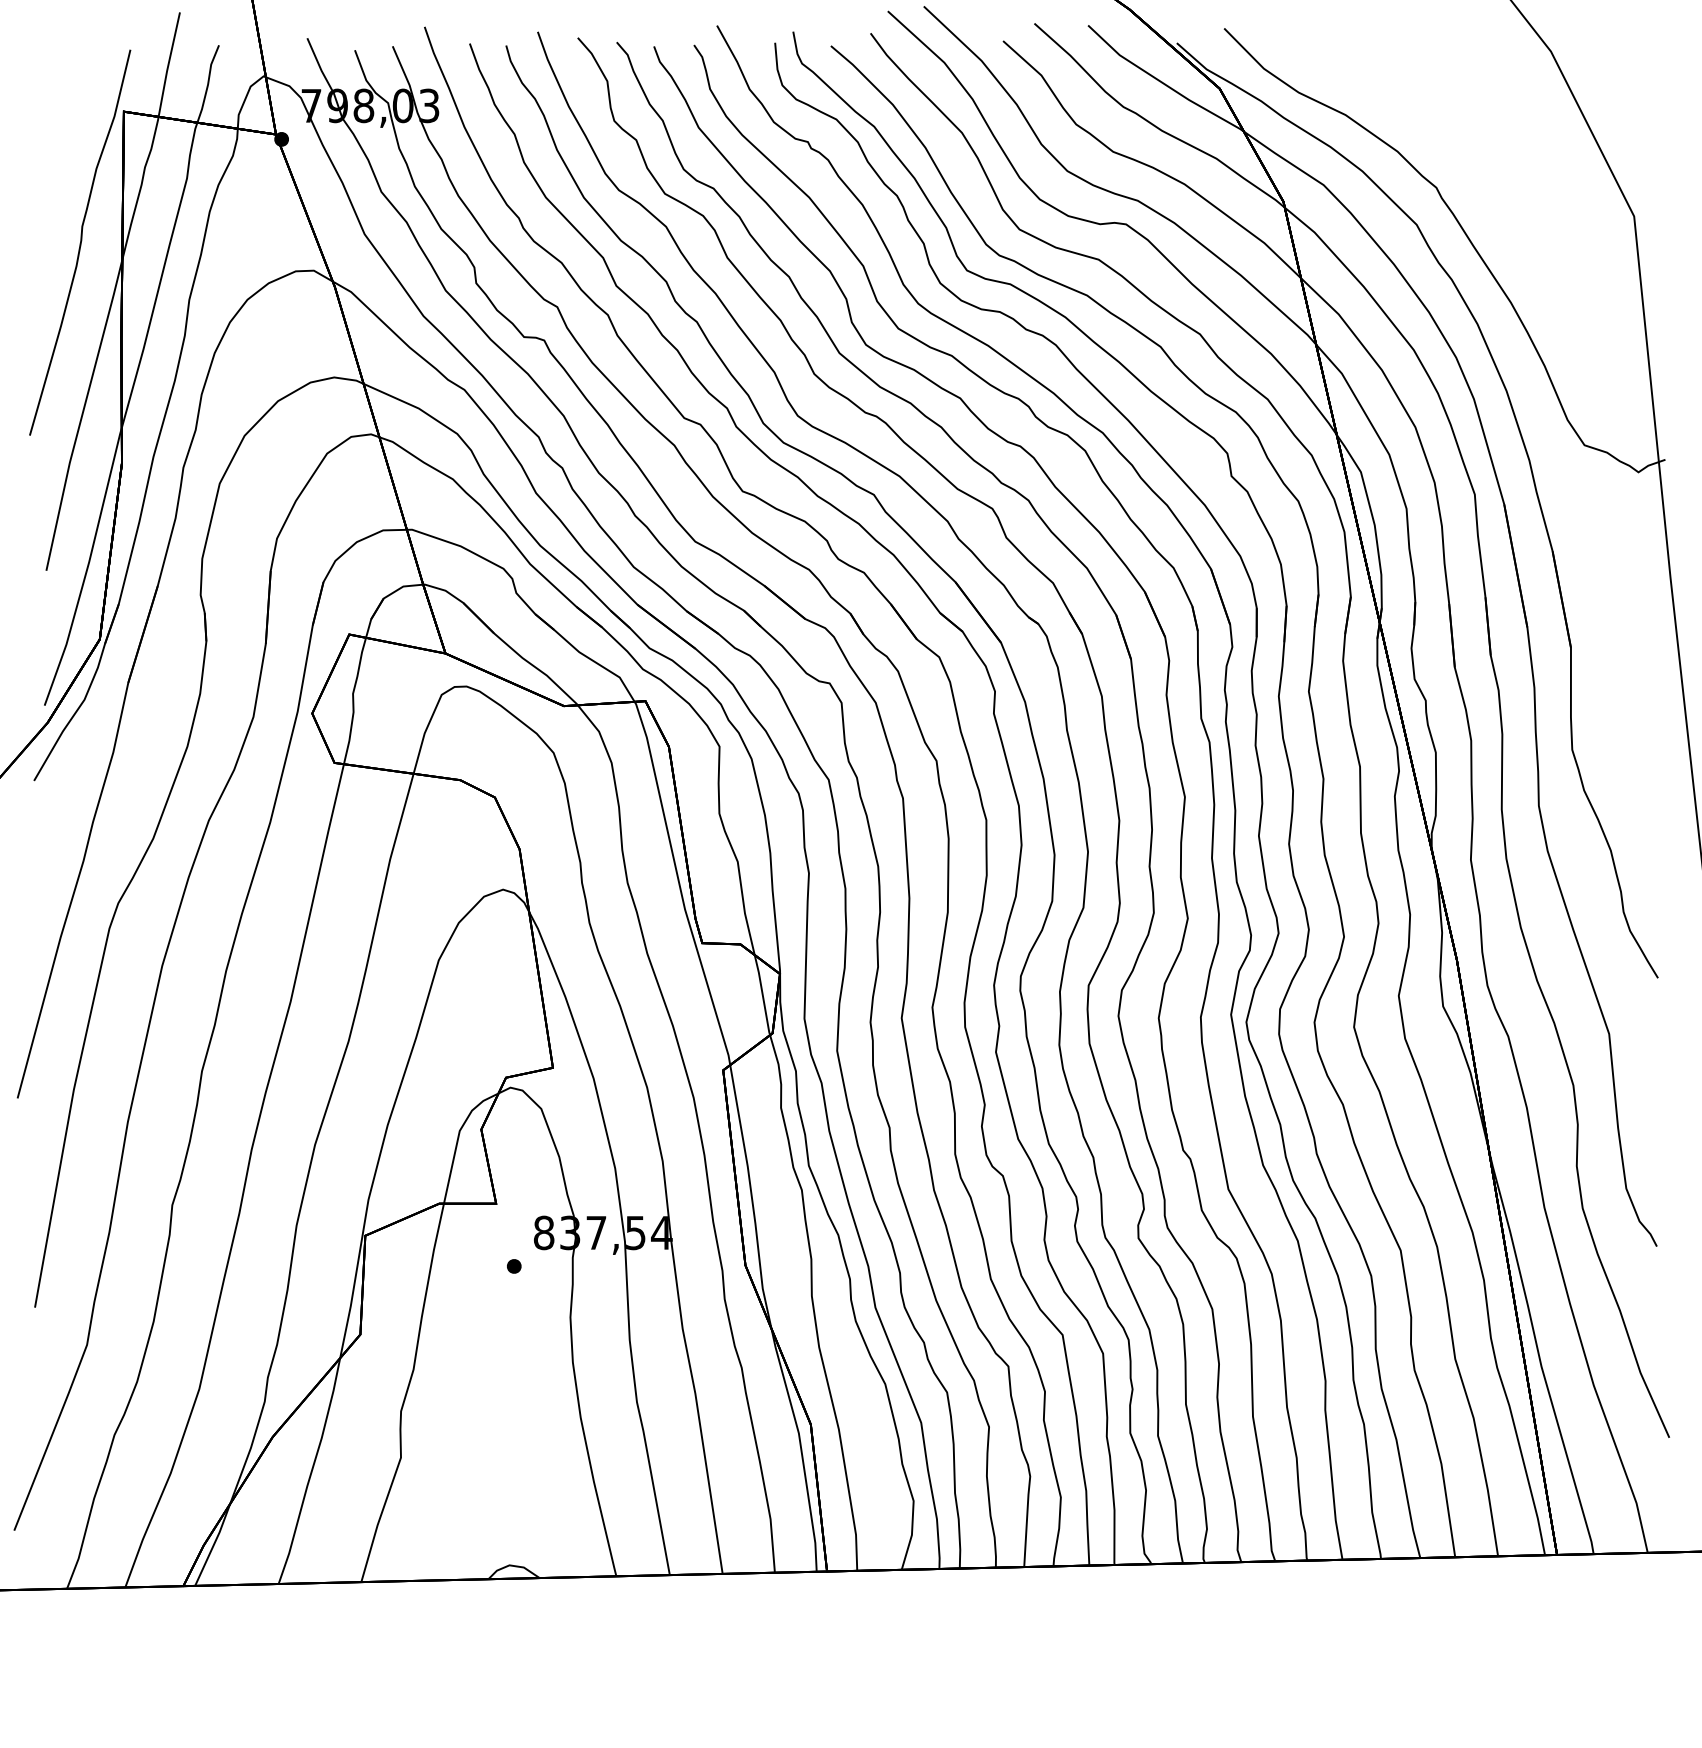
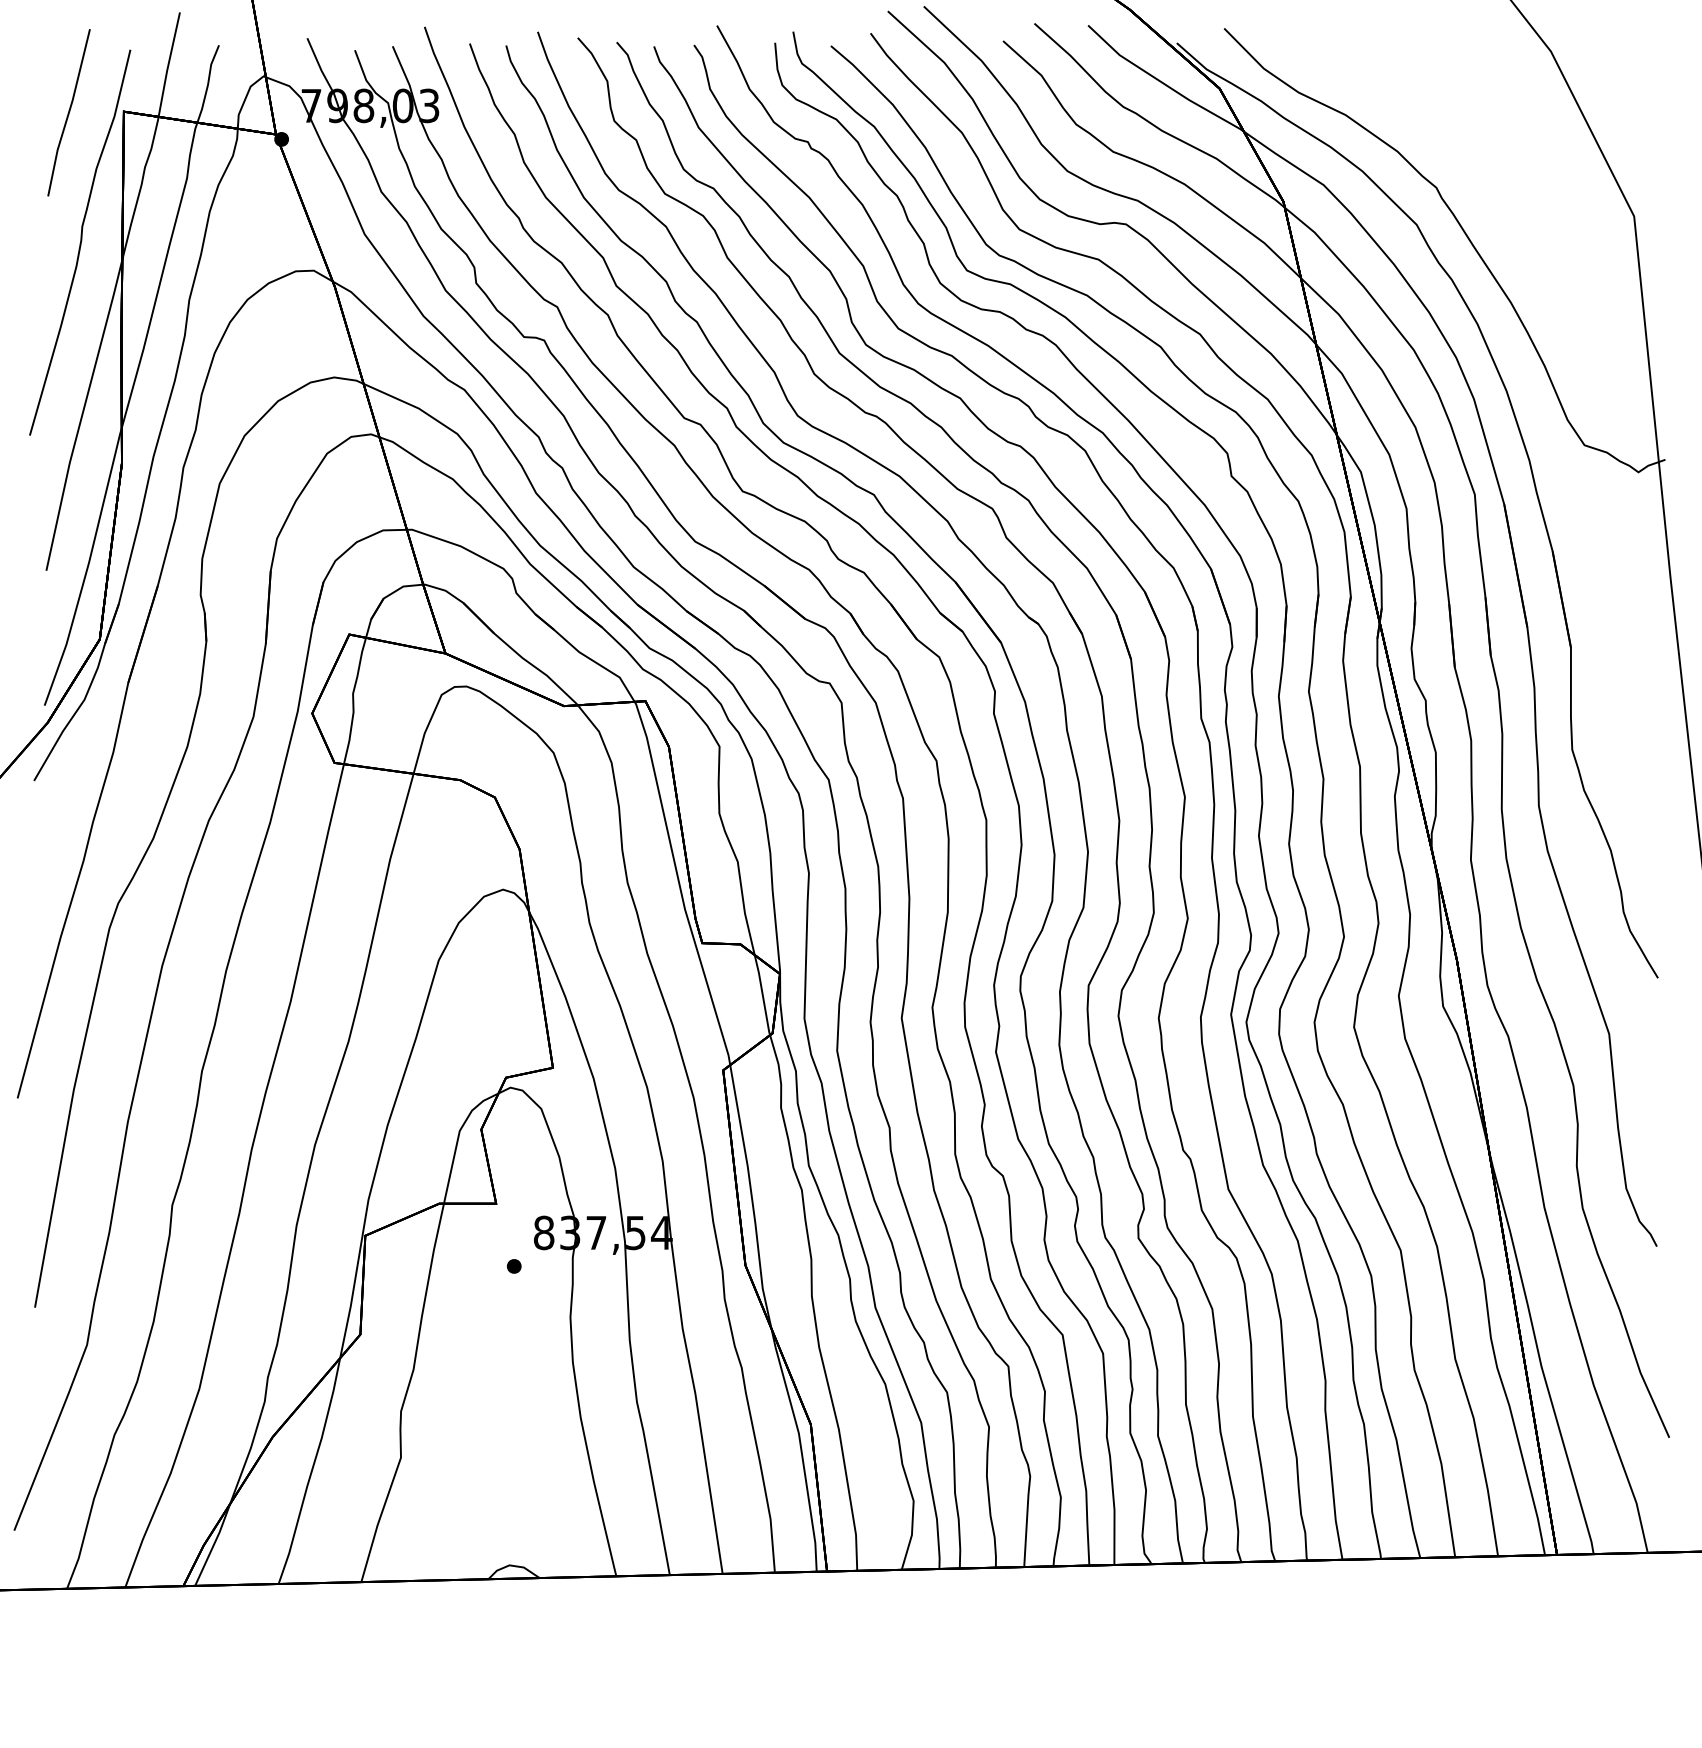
line at (68, 112): none -> present
